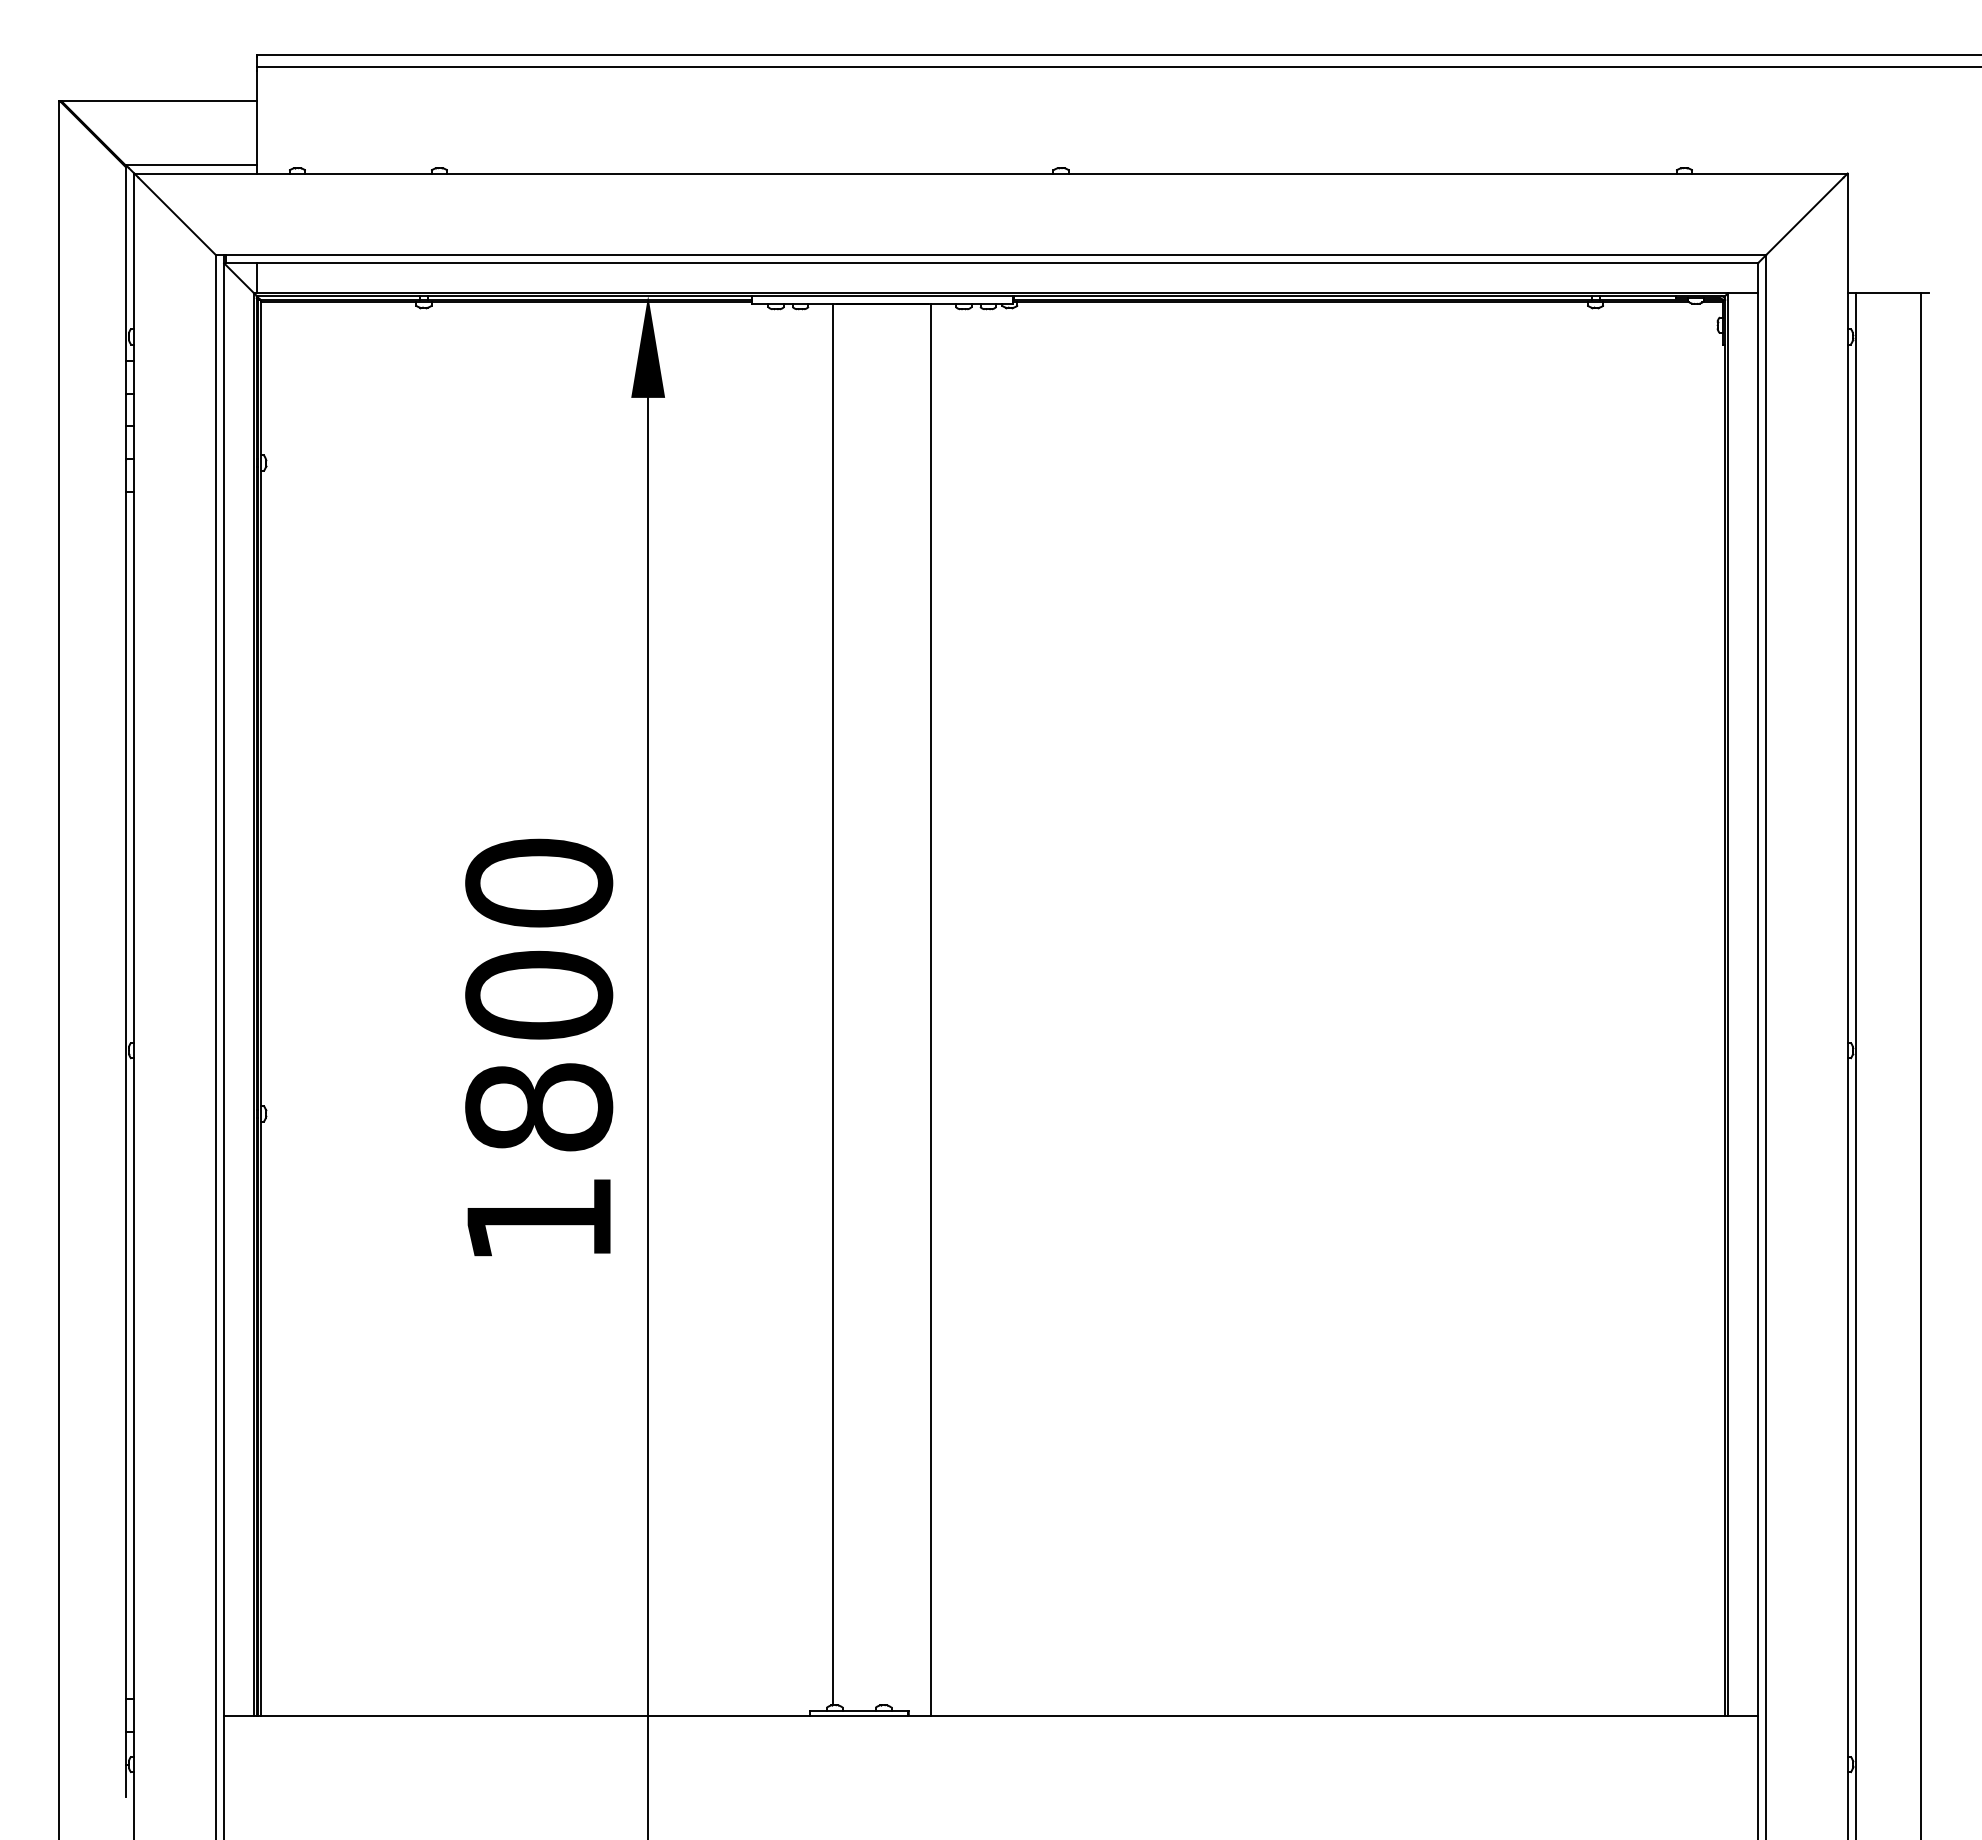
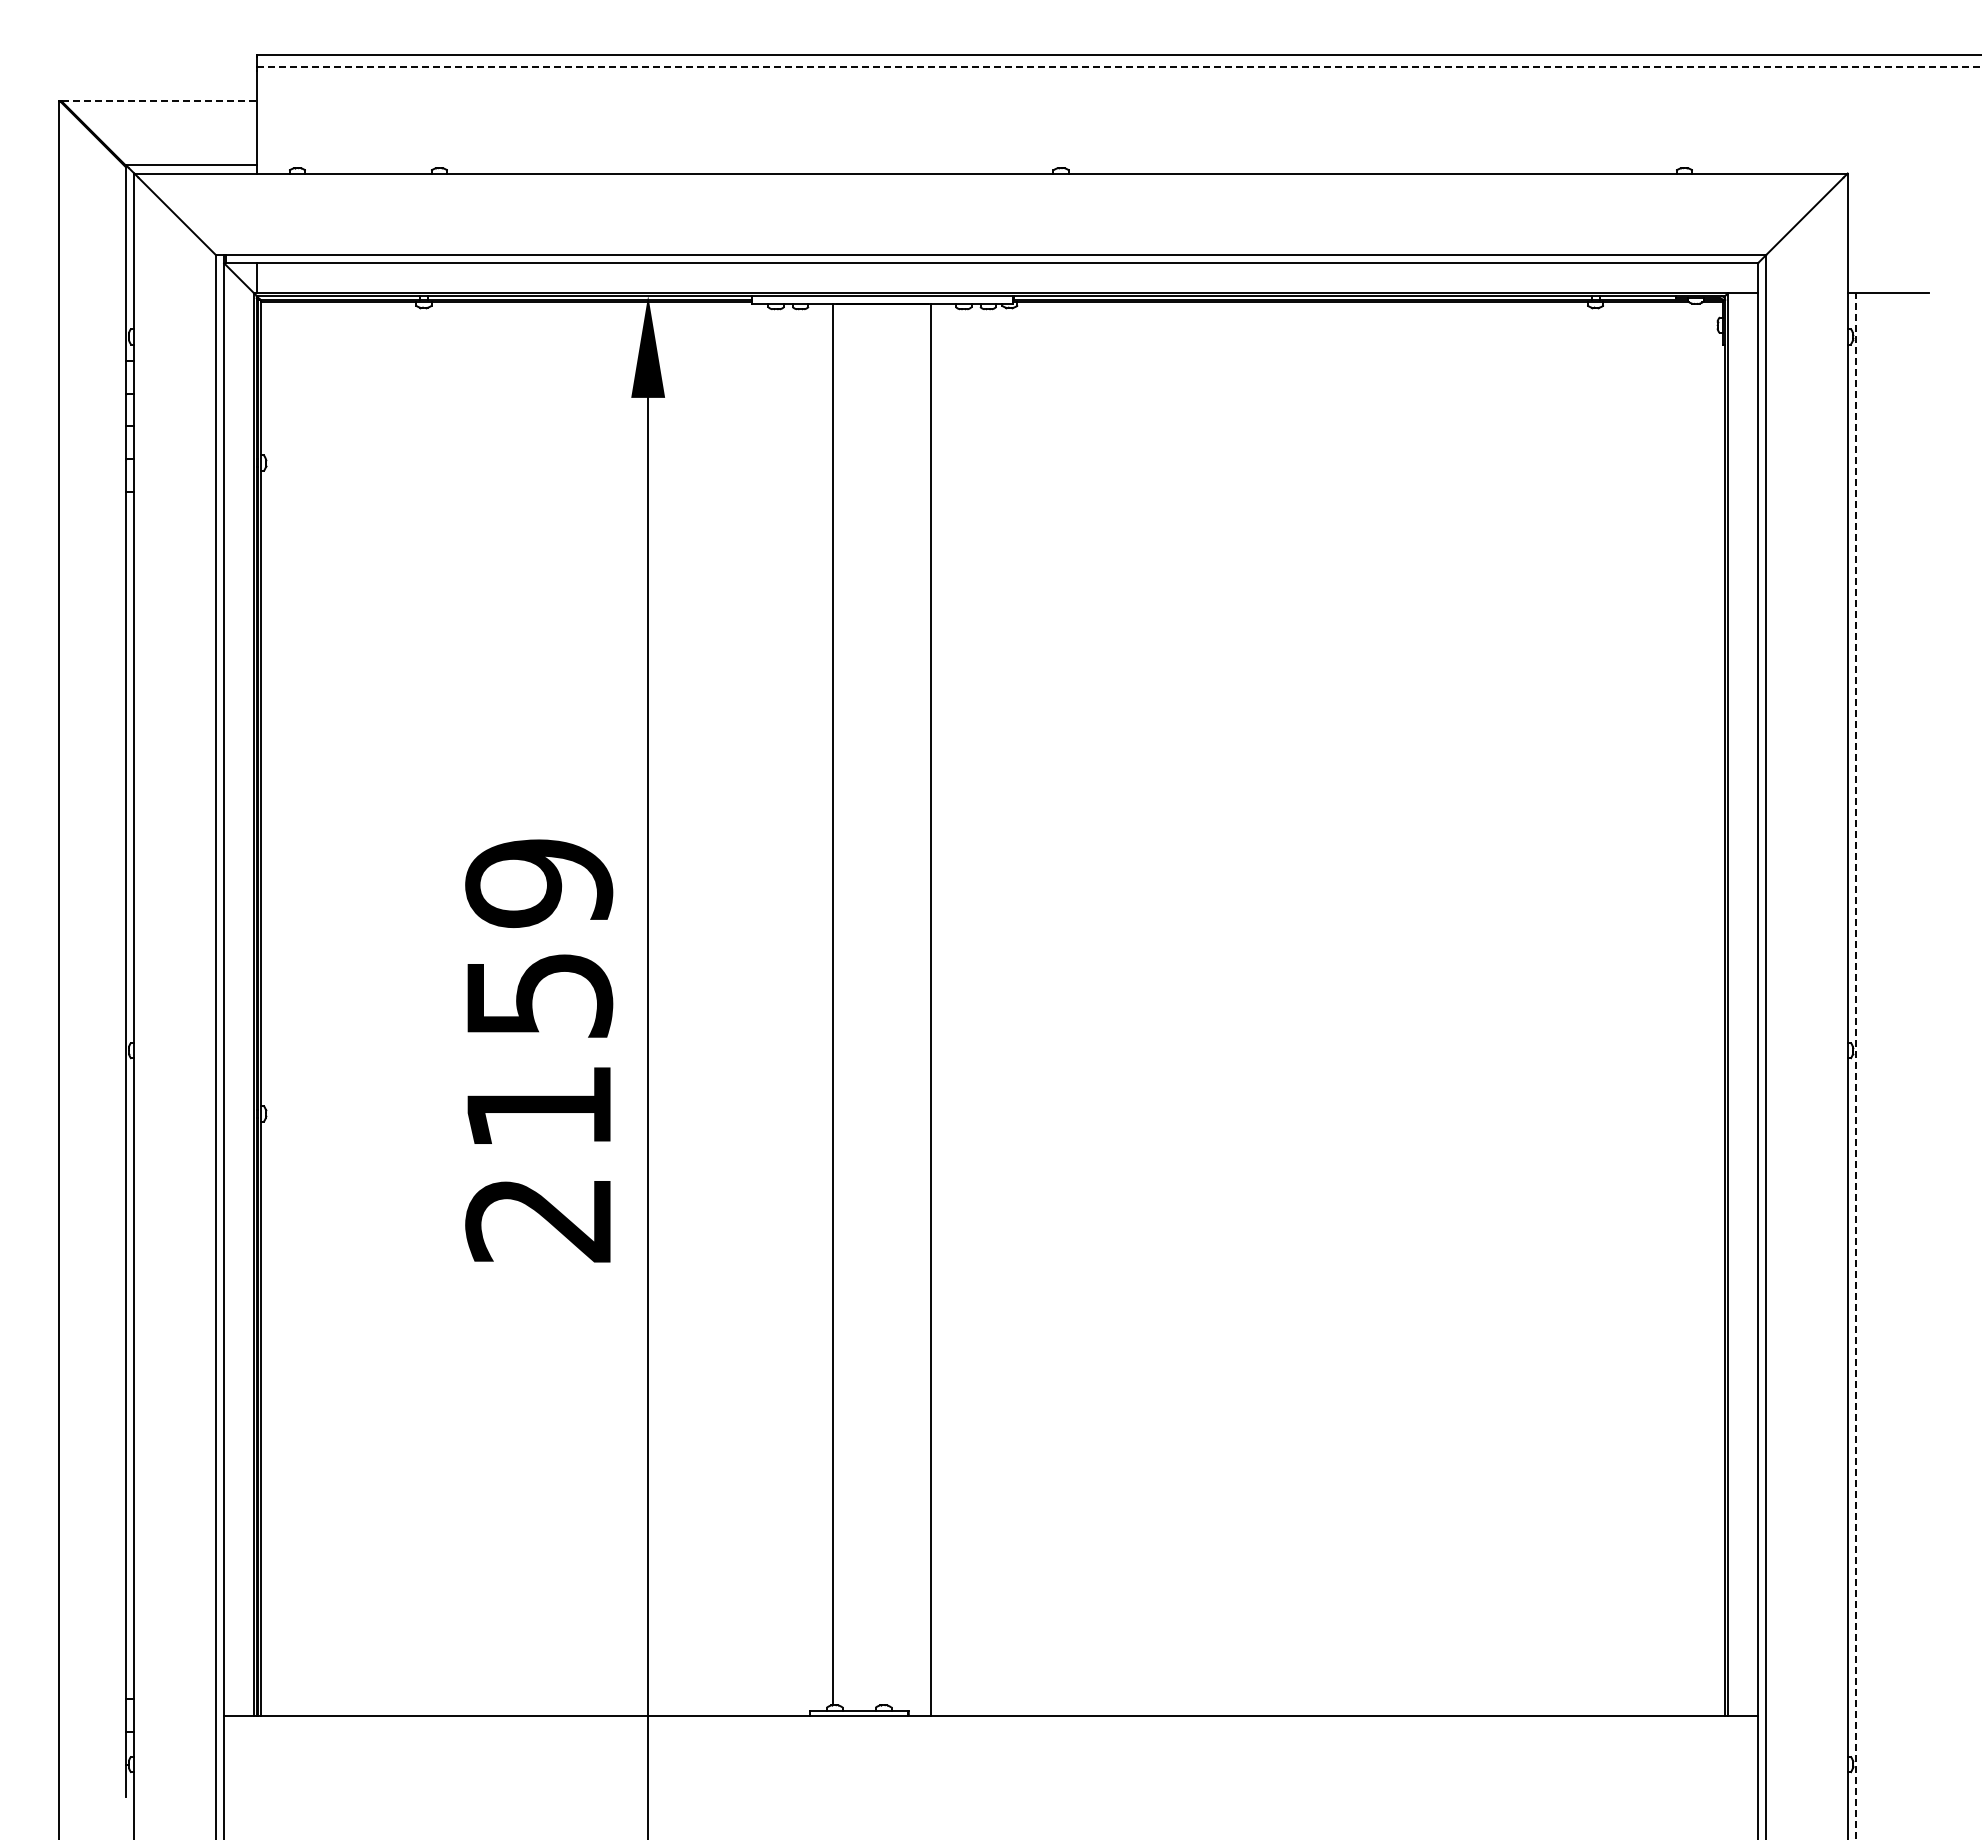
line at (1118, 67): solid -> dashed
line at (159, 101): solid -> dashed
text at (539, 1050): 1800 -> 2159
line at (1921, 1064): present -> none
line at (1855, 1066): solid -> dashed
